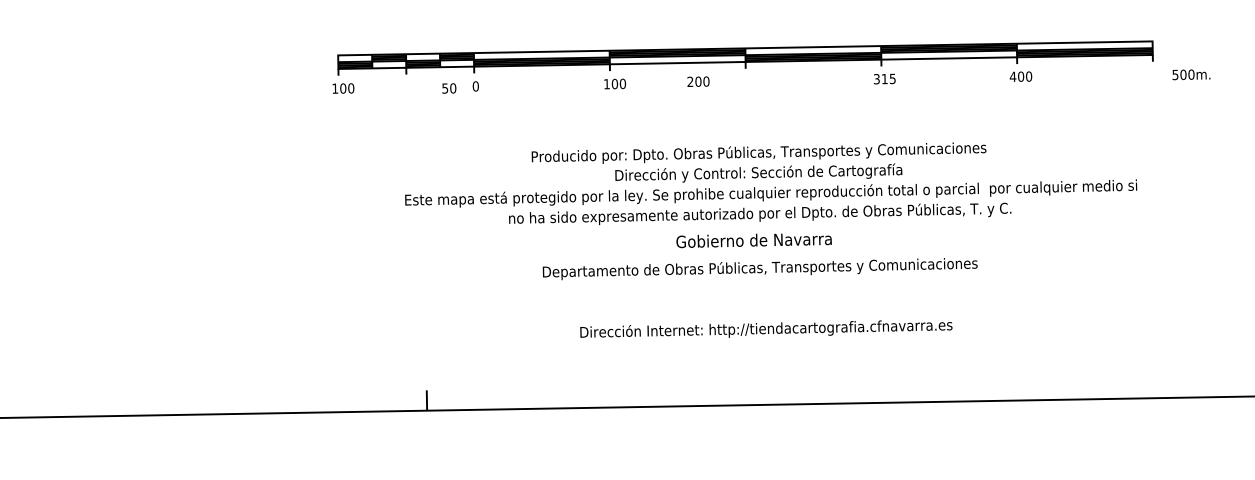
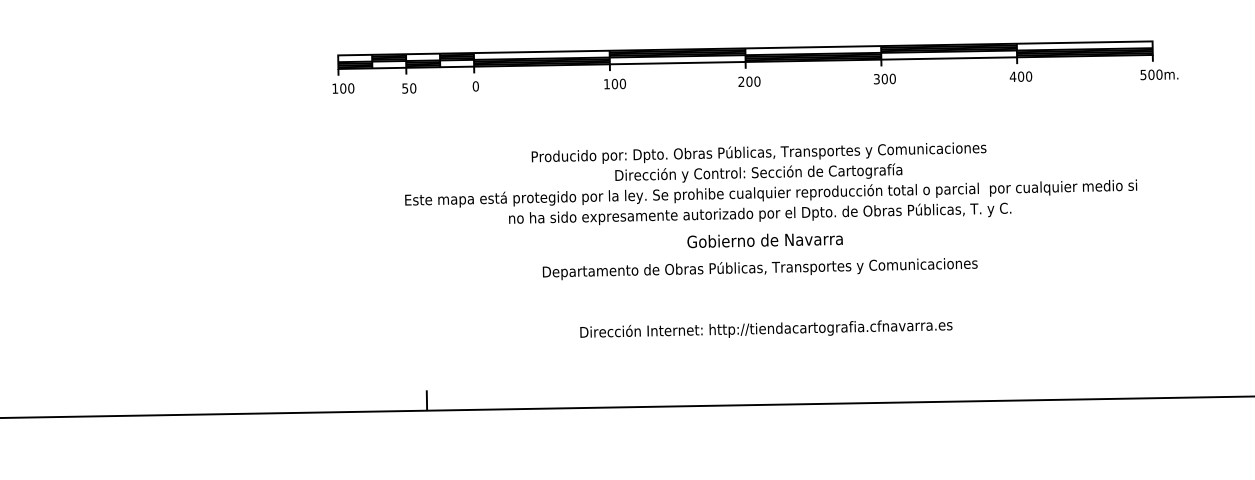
text at (1191, 74) position: (1191, 74) -> (1159, 74)
text at (888, 78): 315 -> 300
text at (698, 81) position: (698, 81) -> (749, 81)
text at (449, 88) position: (449, 88) -> (409, 88)
text at (753, 240) position: (753, 240) -> (764, 240)
